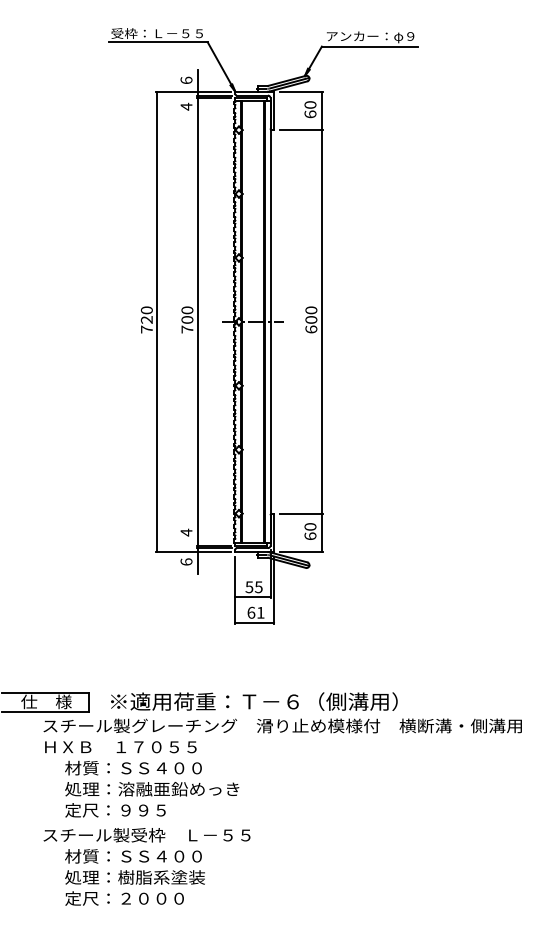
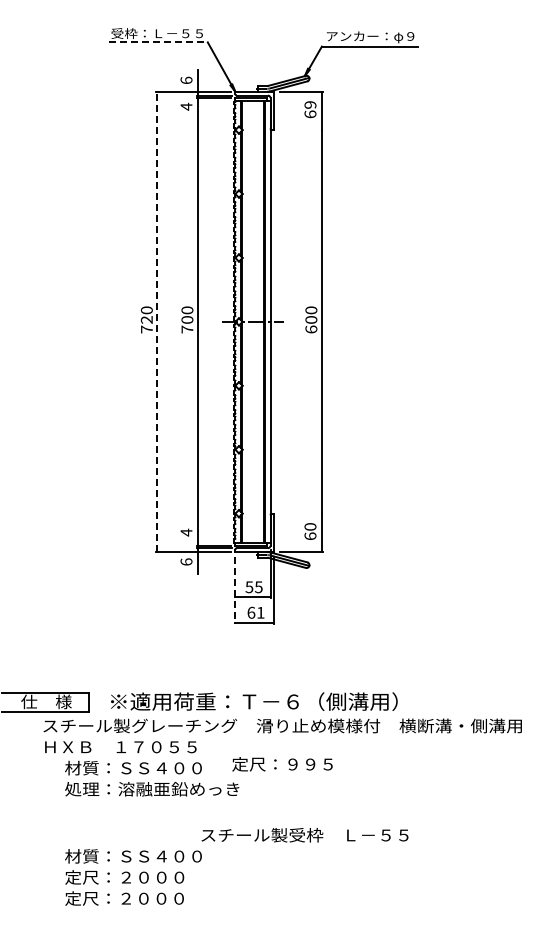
line at (158, 42): solid -> dashed
text at (310, 104): 60 -> 69
line at (301, 130): present -> none
line at (157, 321): solid -> dashed
line at (301, 513): present -> none
line at (235, 590): solid -> dashed
text at (115, 810) position: (115, 810) -> (282, 764)
text at (146, 835) position: (146, 835) -> (304, 835)
text at (134, 877): 処理：樹脂系塗装 -> 定尺：２０００
